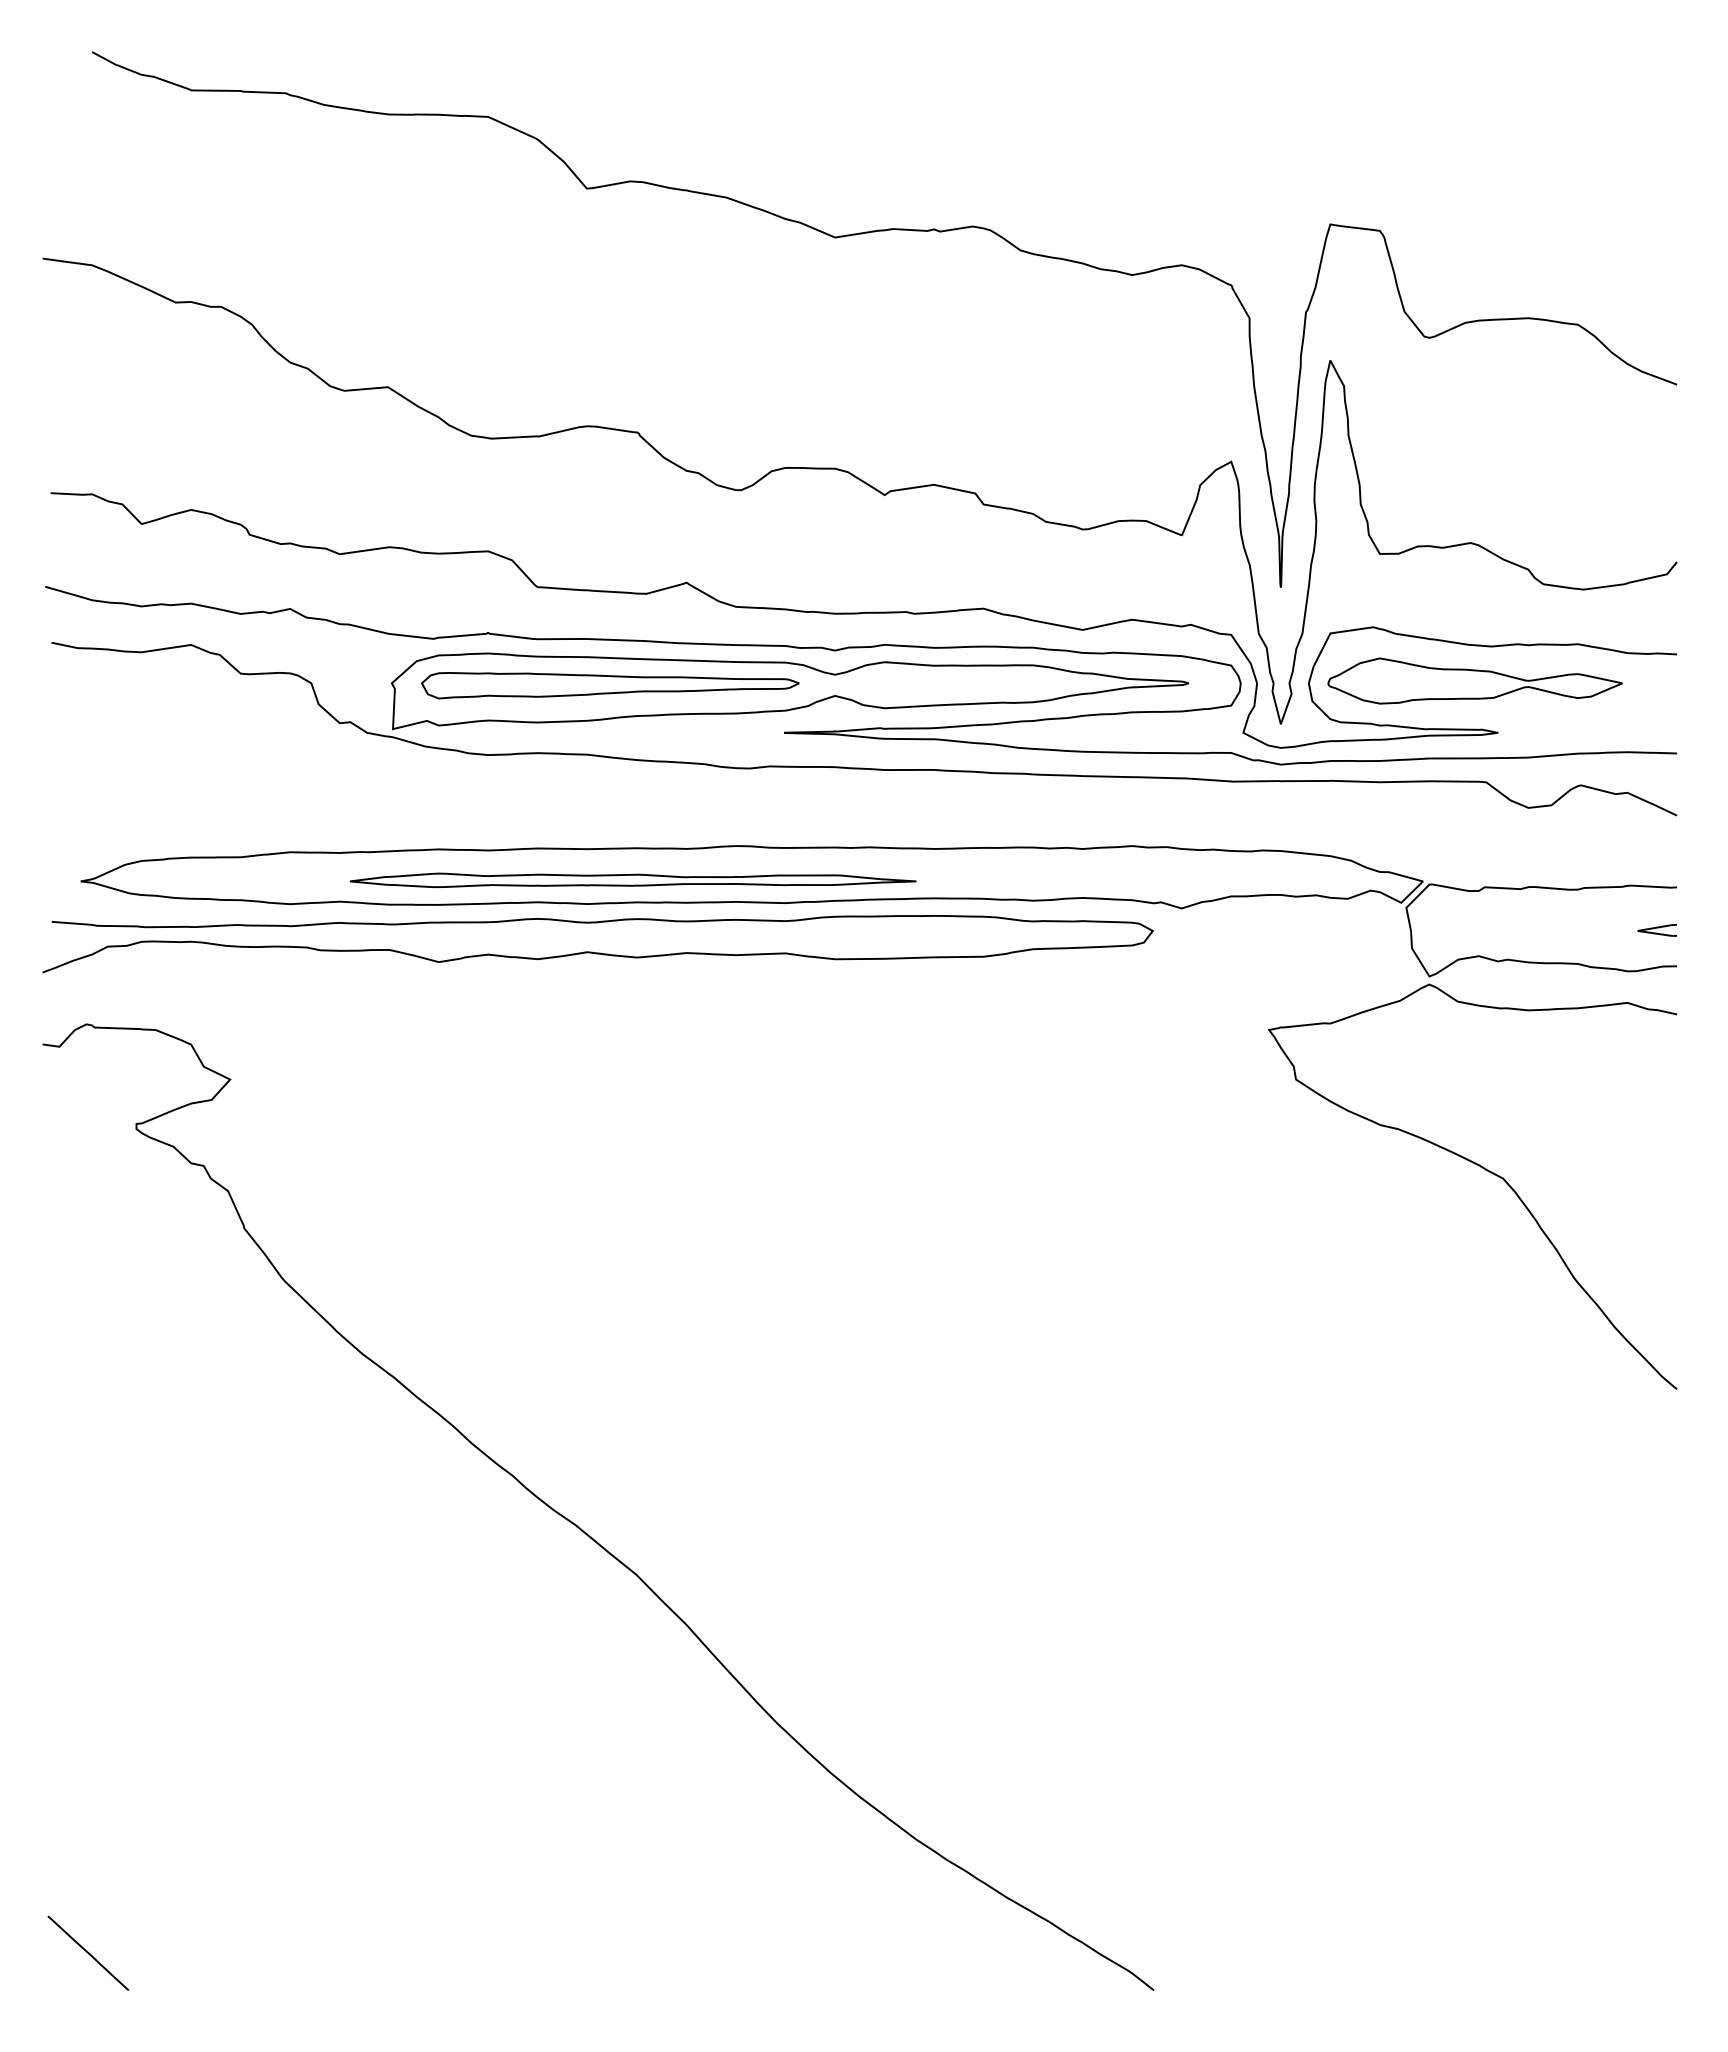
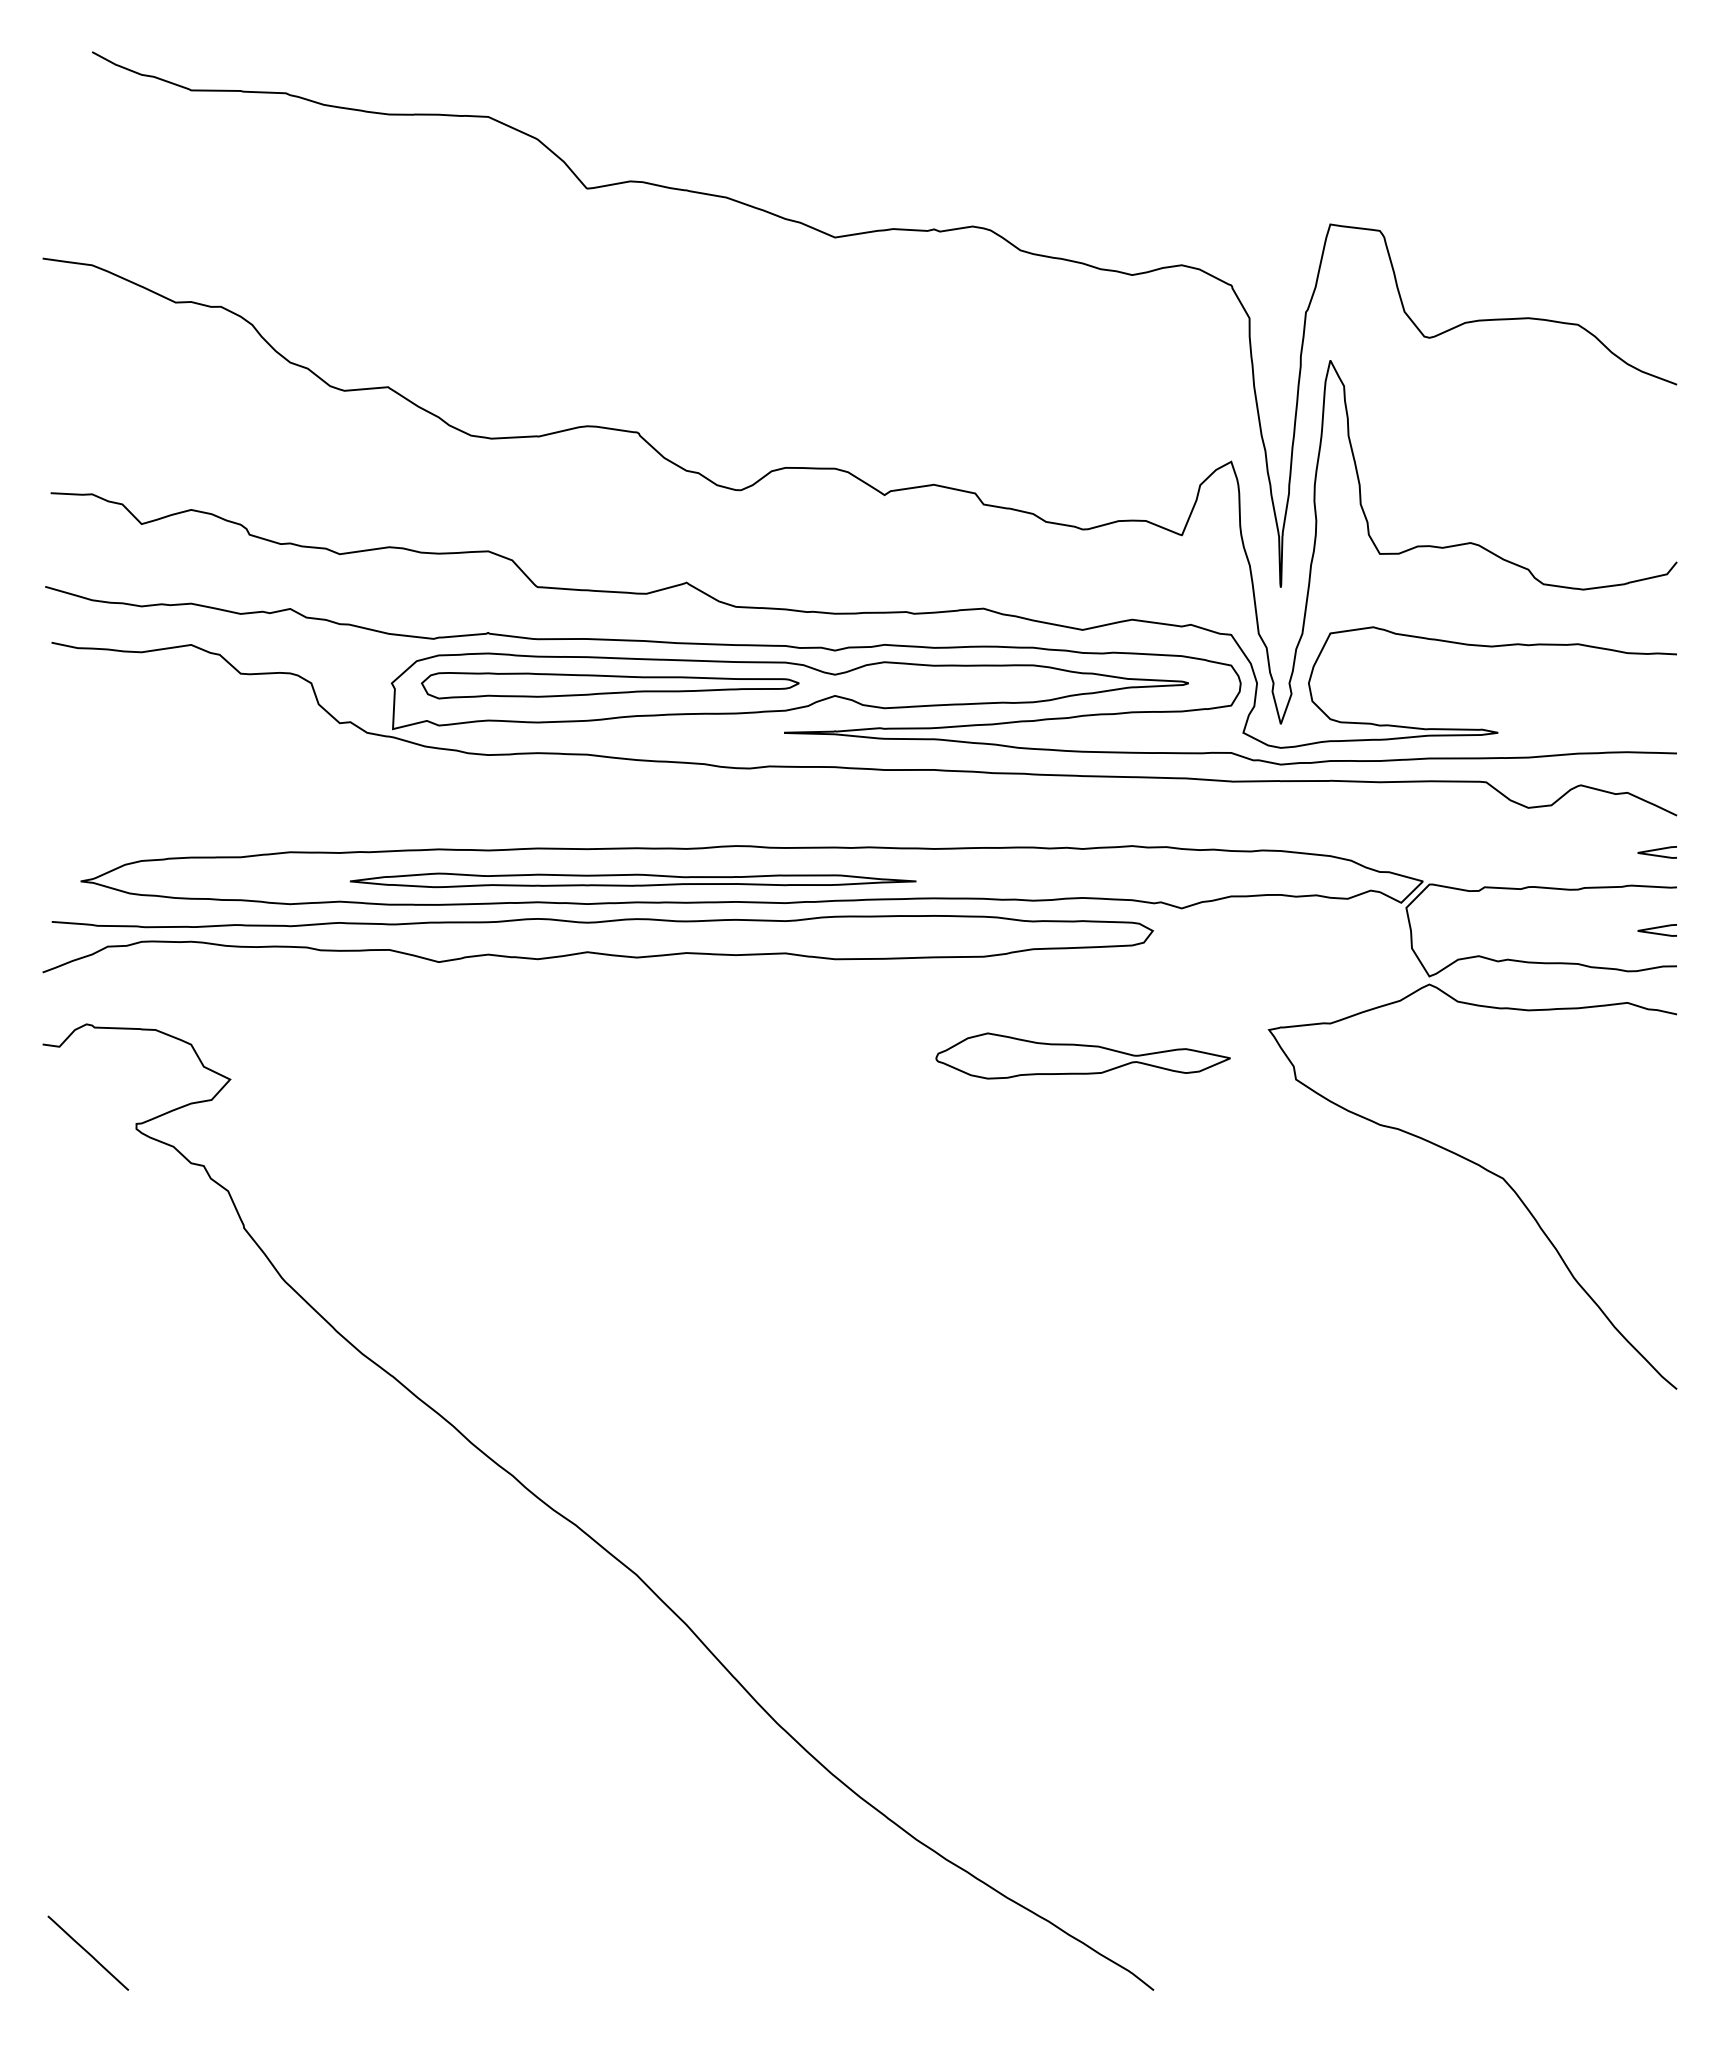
part at (1474, 680) position: (1474, 680) -> (1082, 1055)
line at (1656, 850): none -> present
